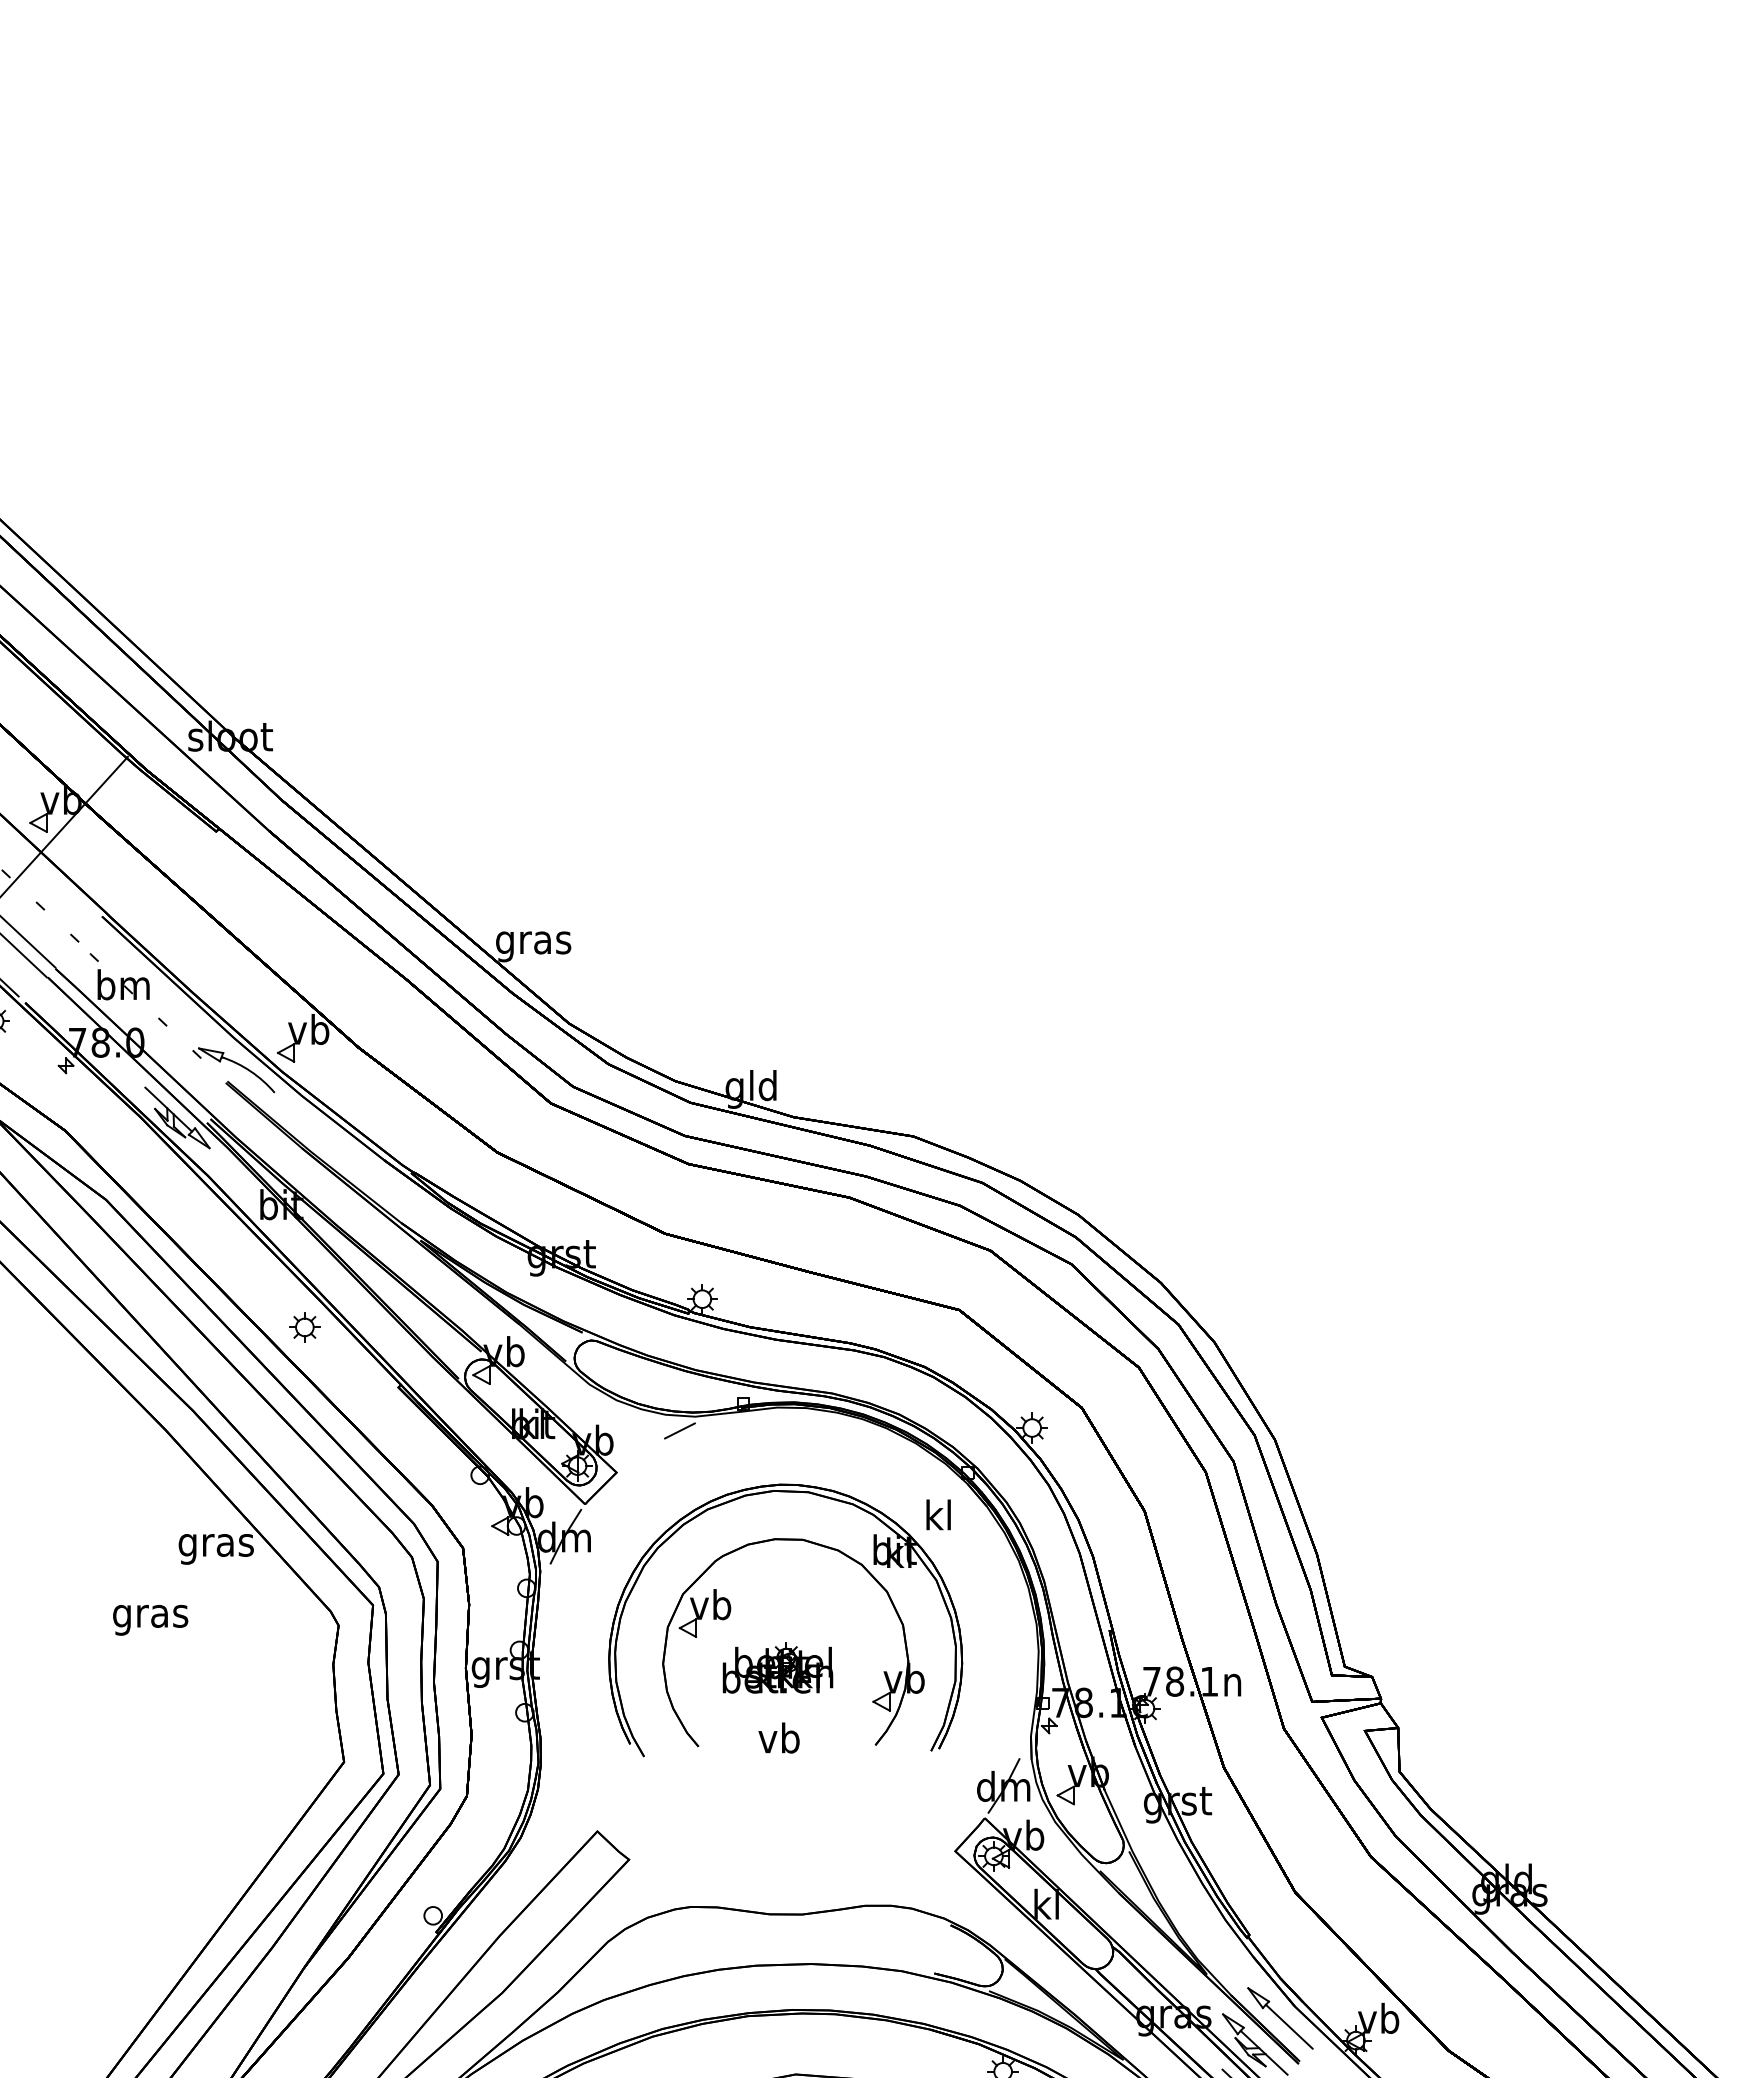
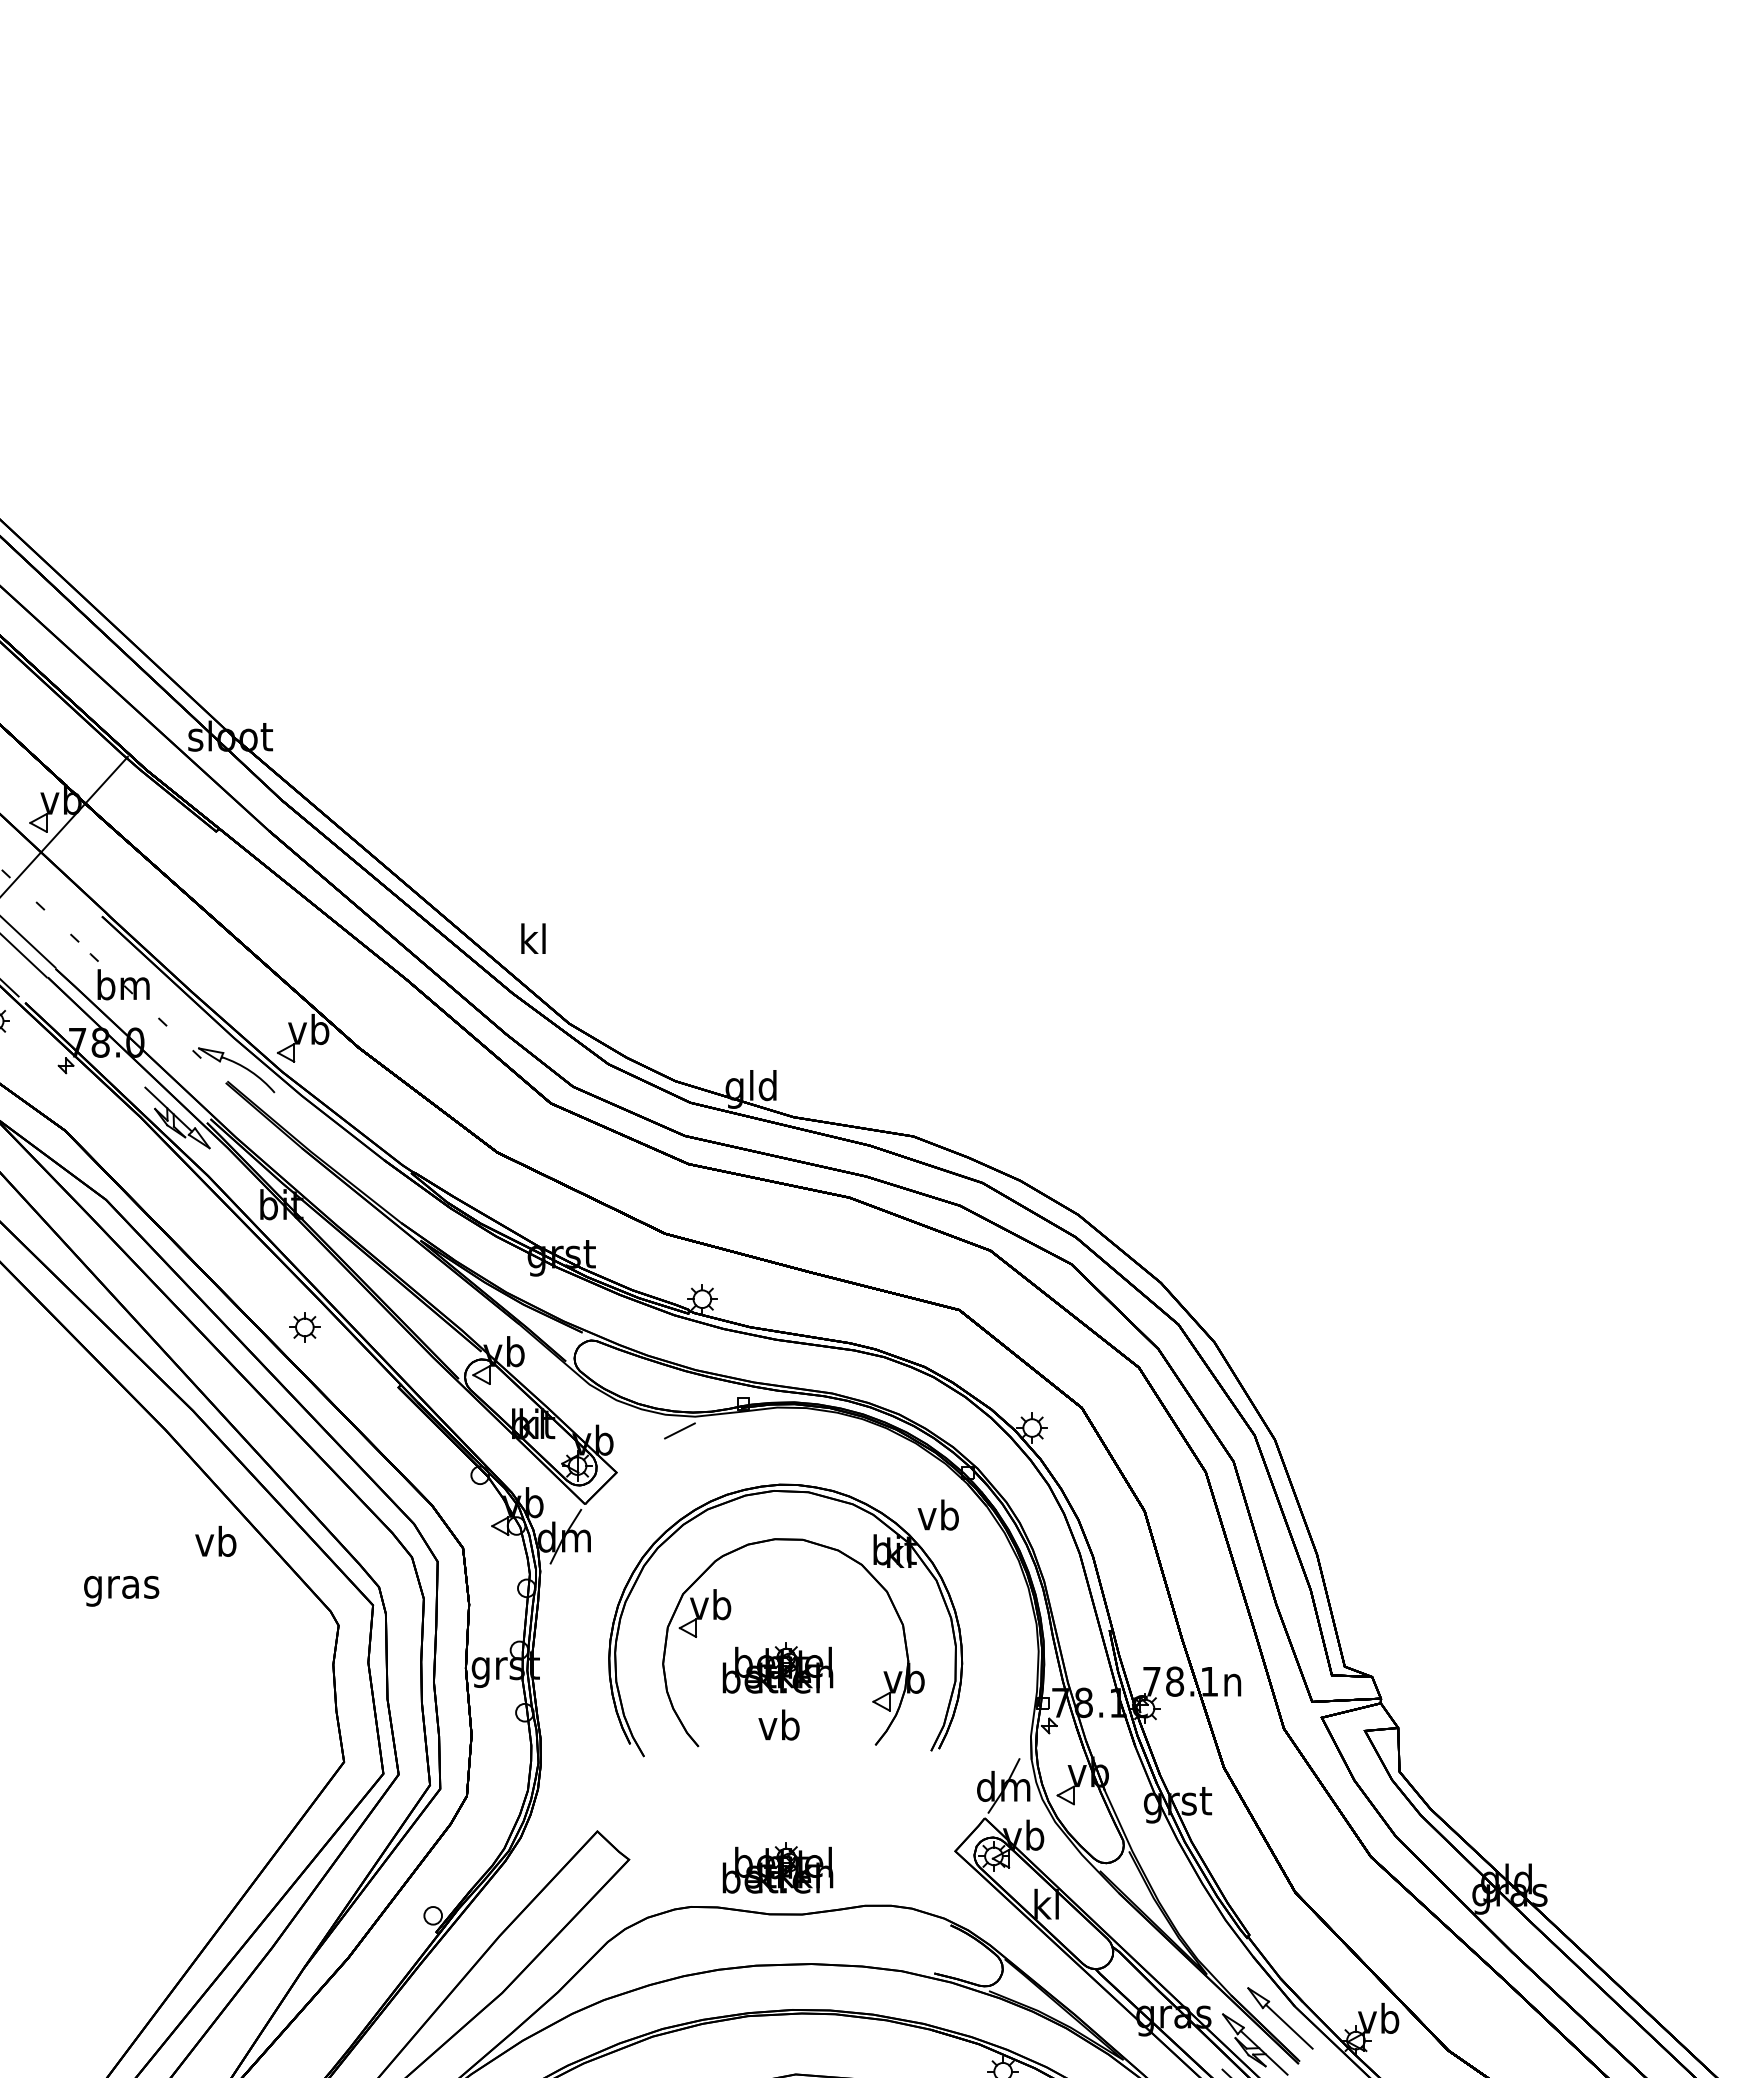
text at (533, 942): gras -> kl
text at (937, 1514): kl -> vb
text at (215, 1544): gras -> vb
text at (150, 1620) position: (150, 1620) -> (121, 1591)
text at (778, 1737) position: (778, 1737) -> (778, 1724)
part at (777, 1867): none -> present
